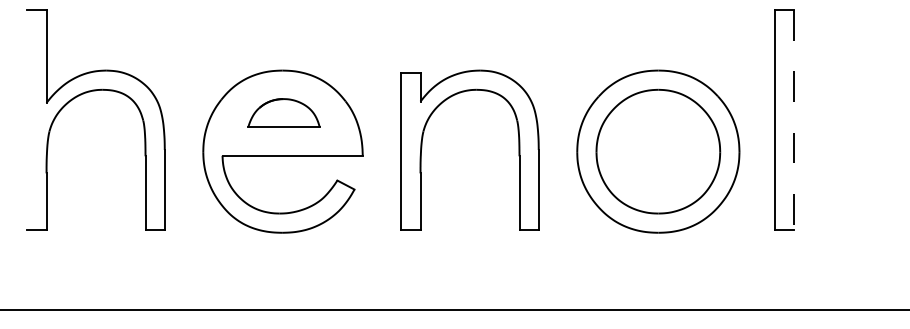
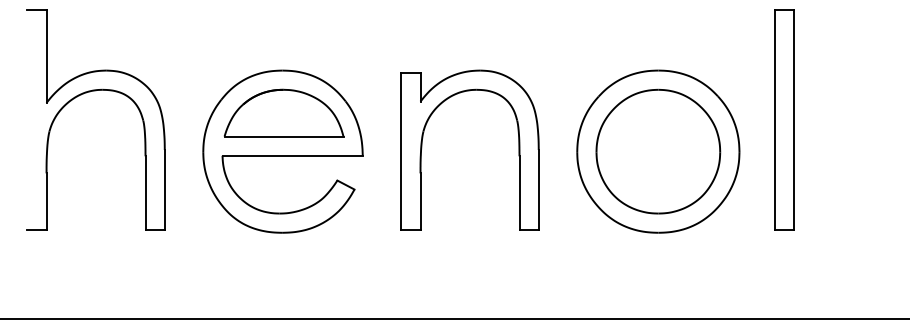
part at (283, 112) size: 74x30 px -> 122x50 px
line at (794, 120): dashed -> solid
line at (454, 309) position: (454, 309) -> (454, 318)
